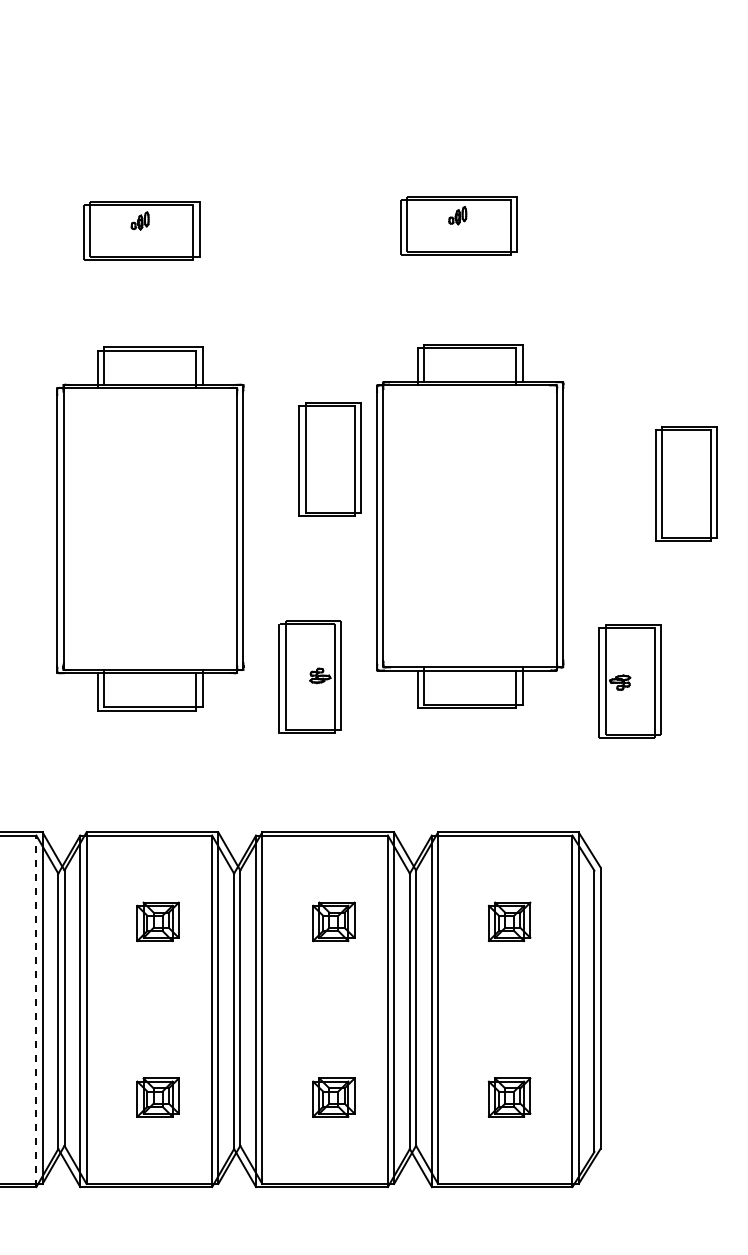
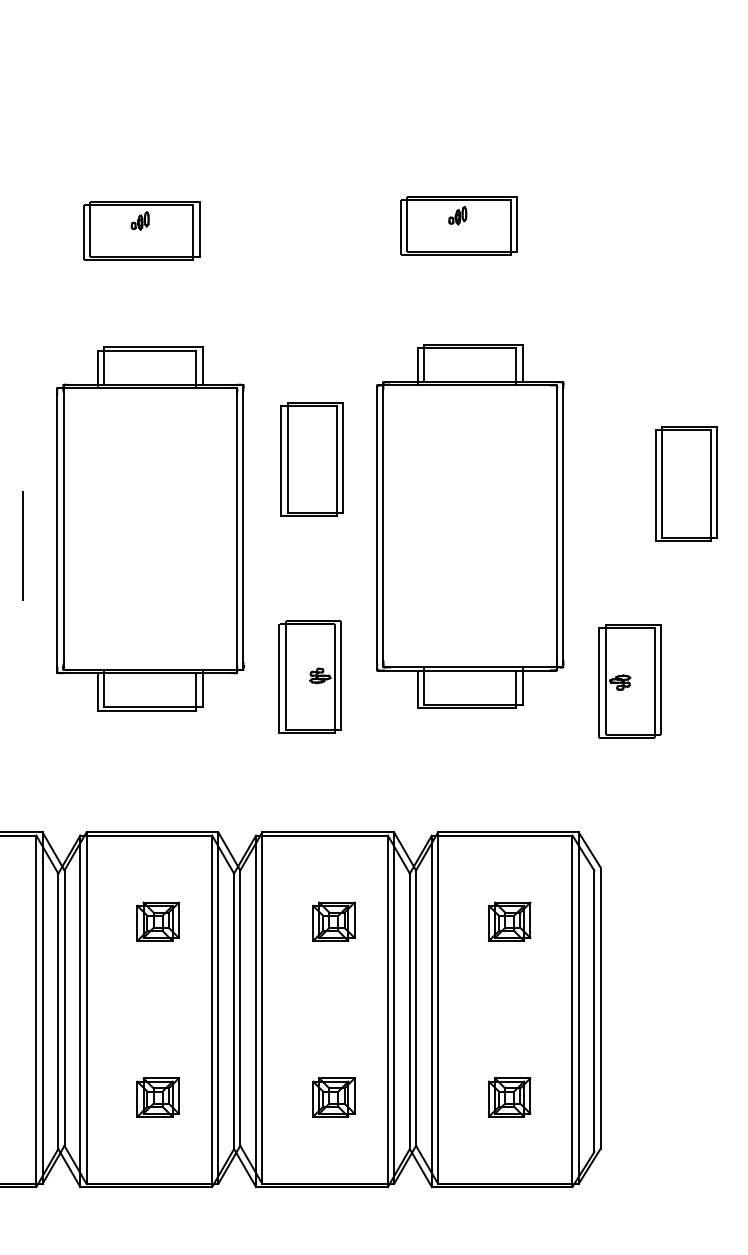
part at (329, 459) position: (329, 459) -> (311, 459)
line at (22, 545): none -> present
line at (36, 1011): dashed -> solid
